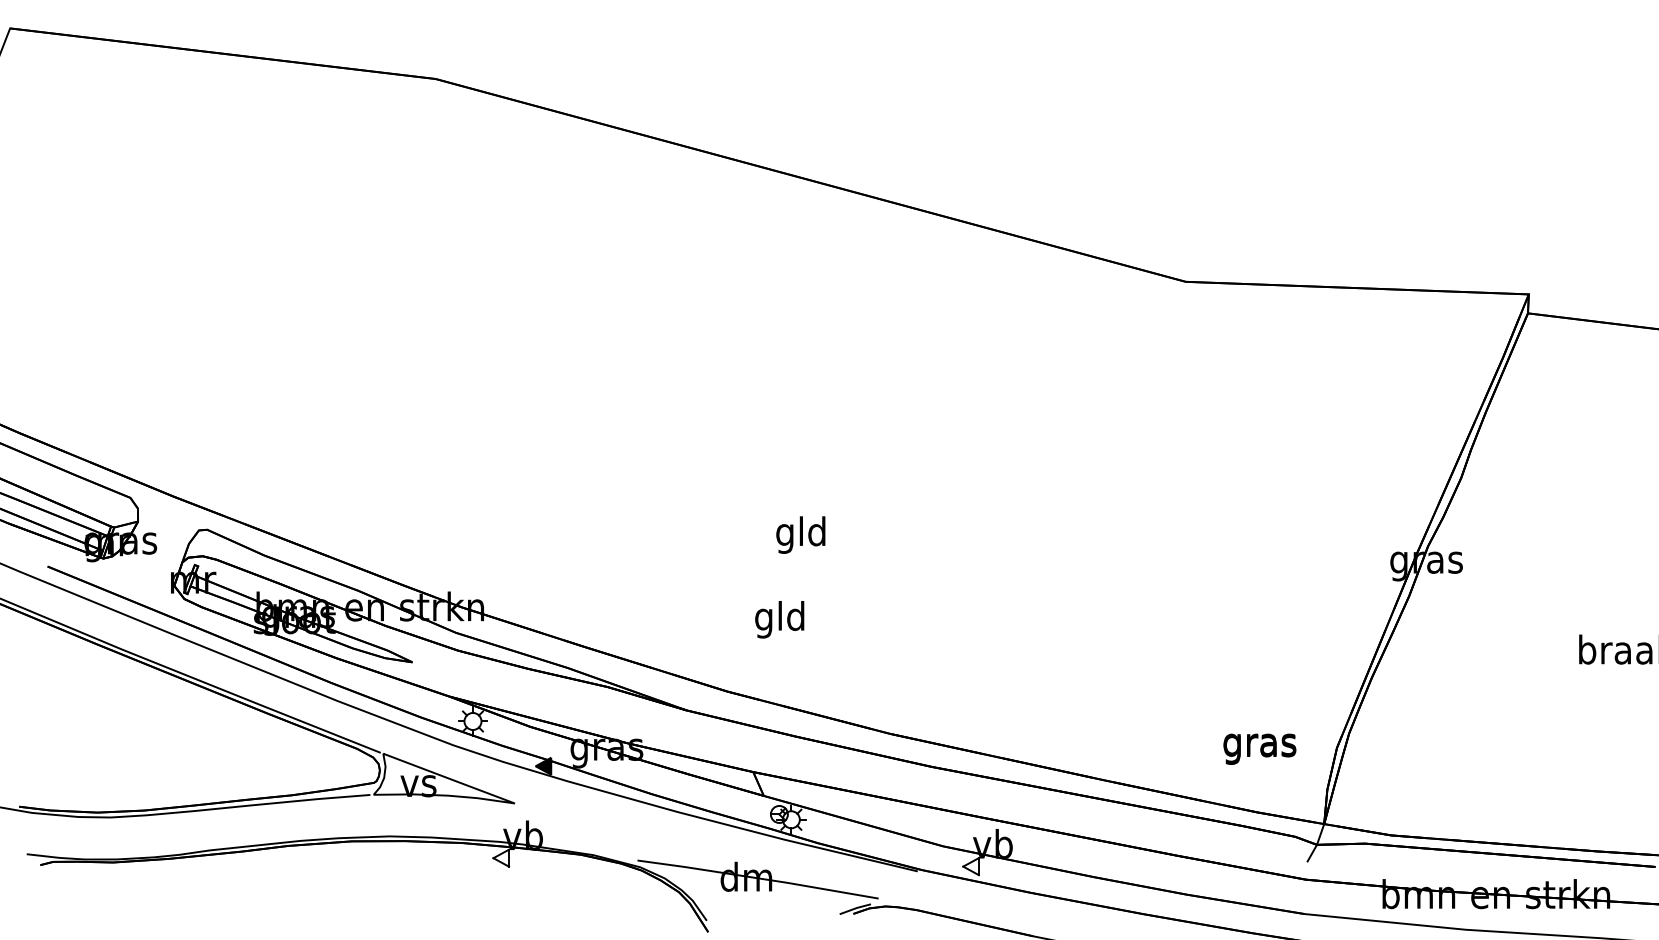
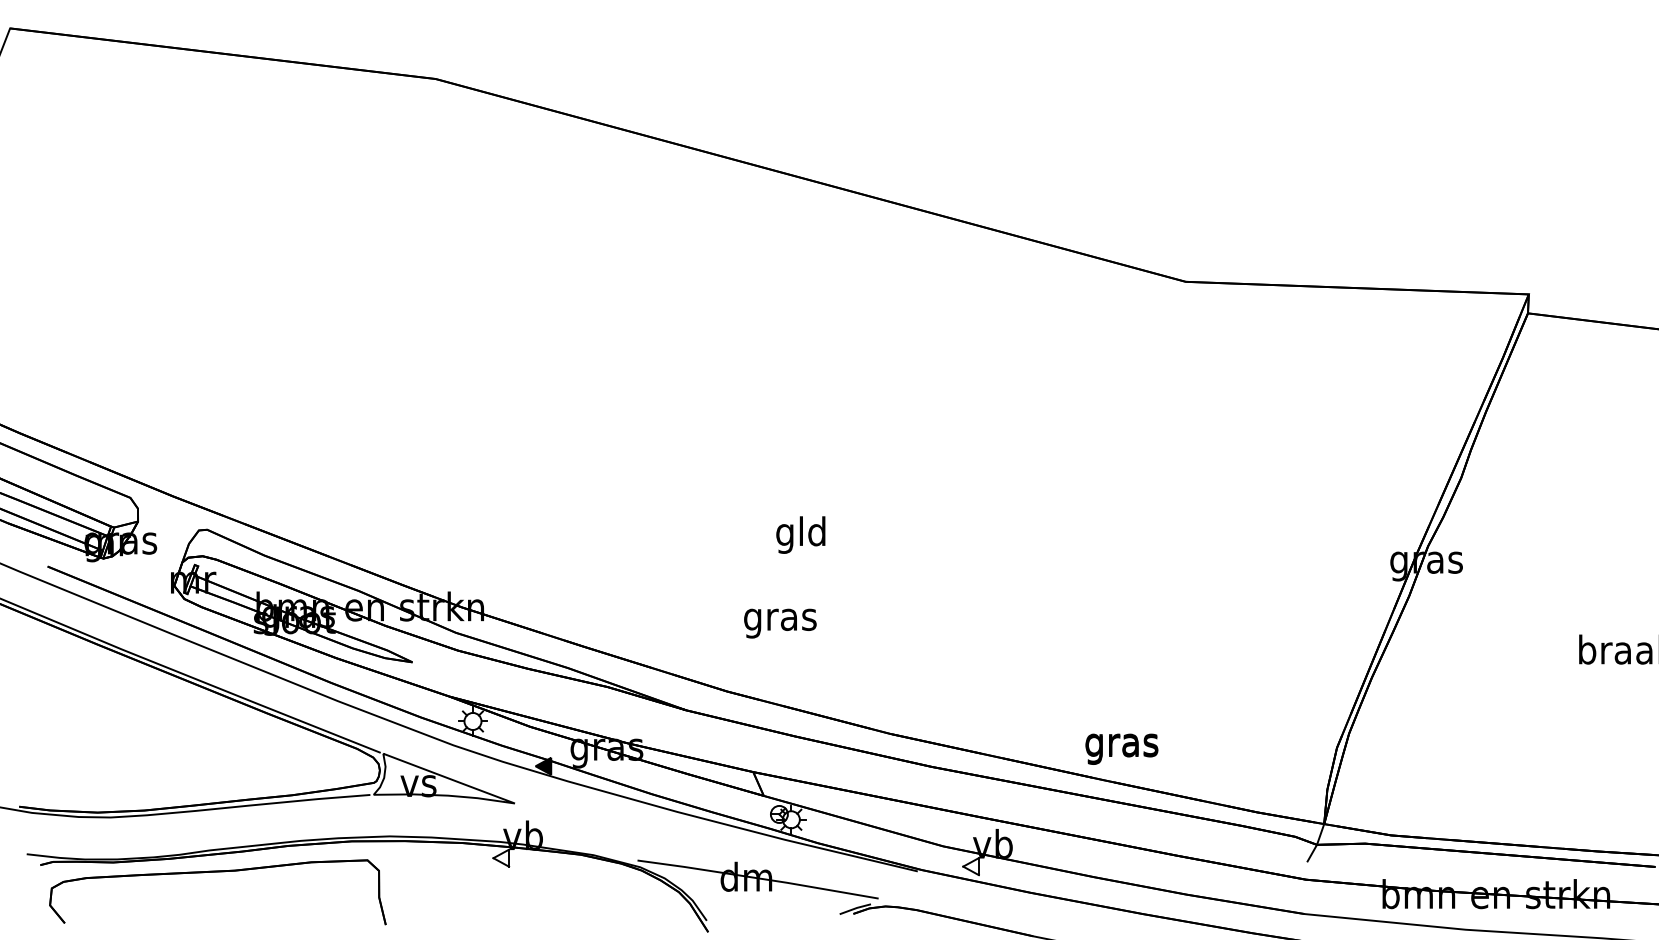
text at (780, 619): gld -> gras
text at (1259, 748) position: (1259, 748) -> (1121, 748)
part at (217, 872): none -> present
